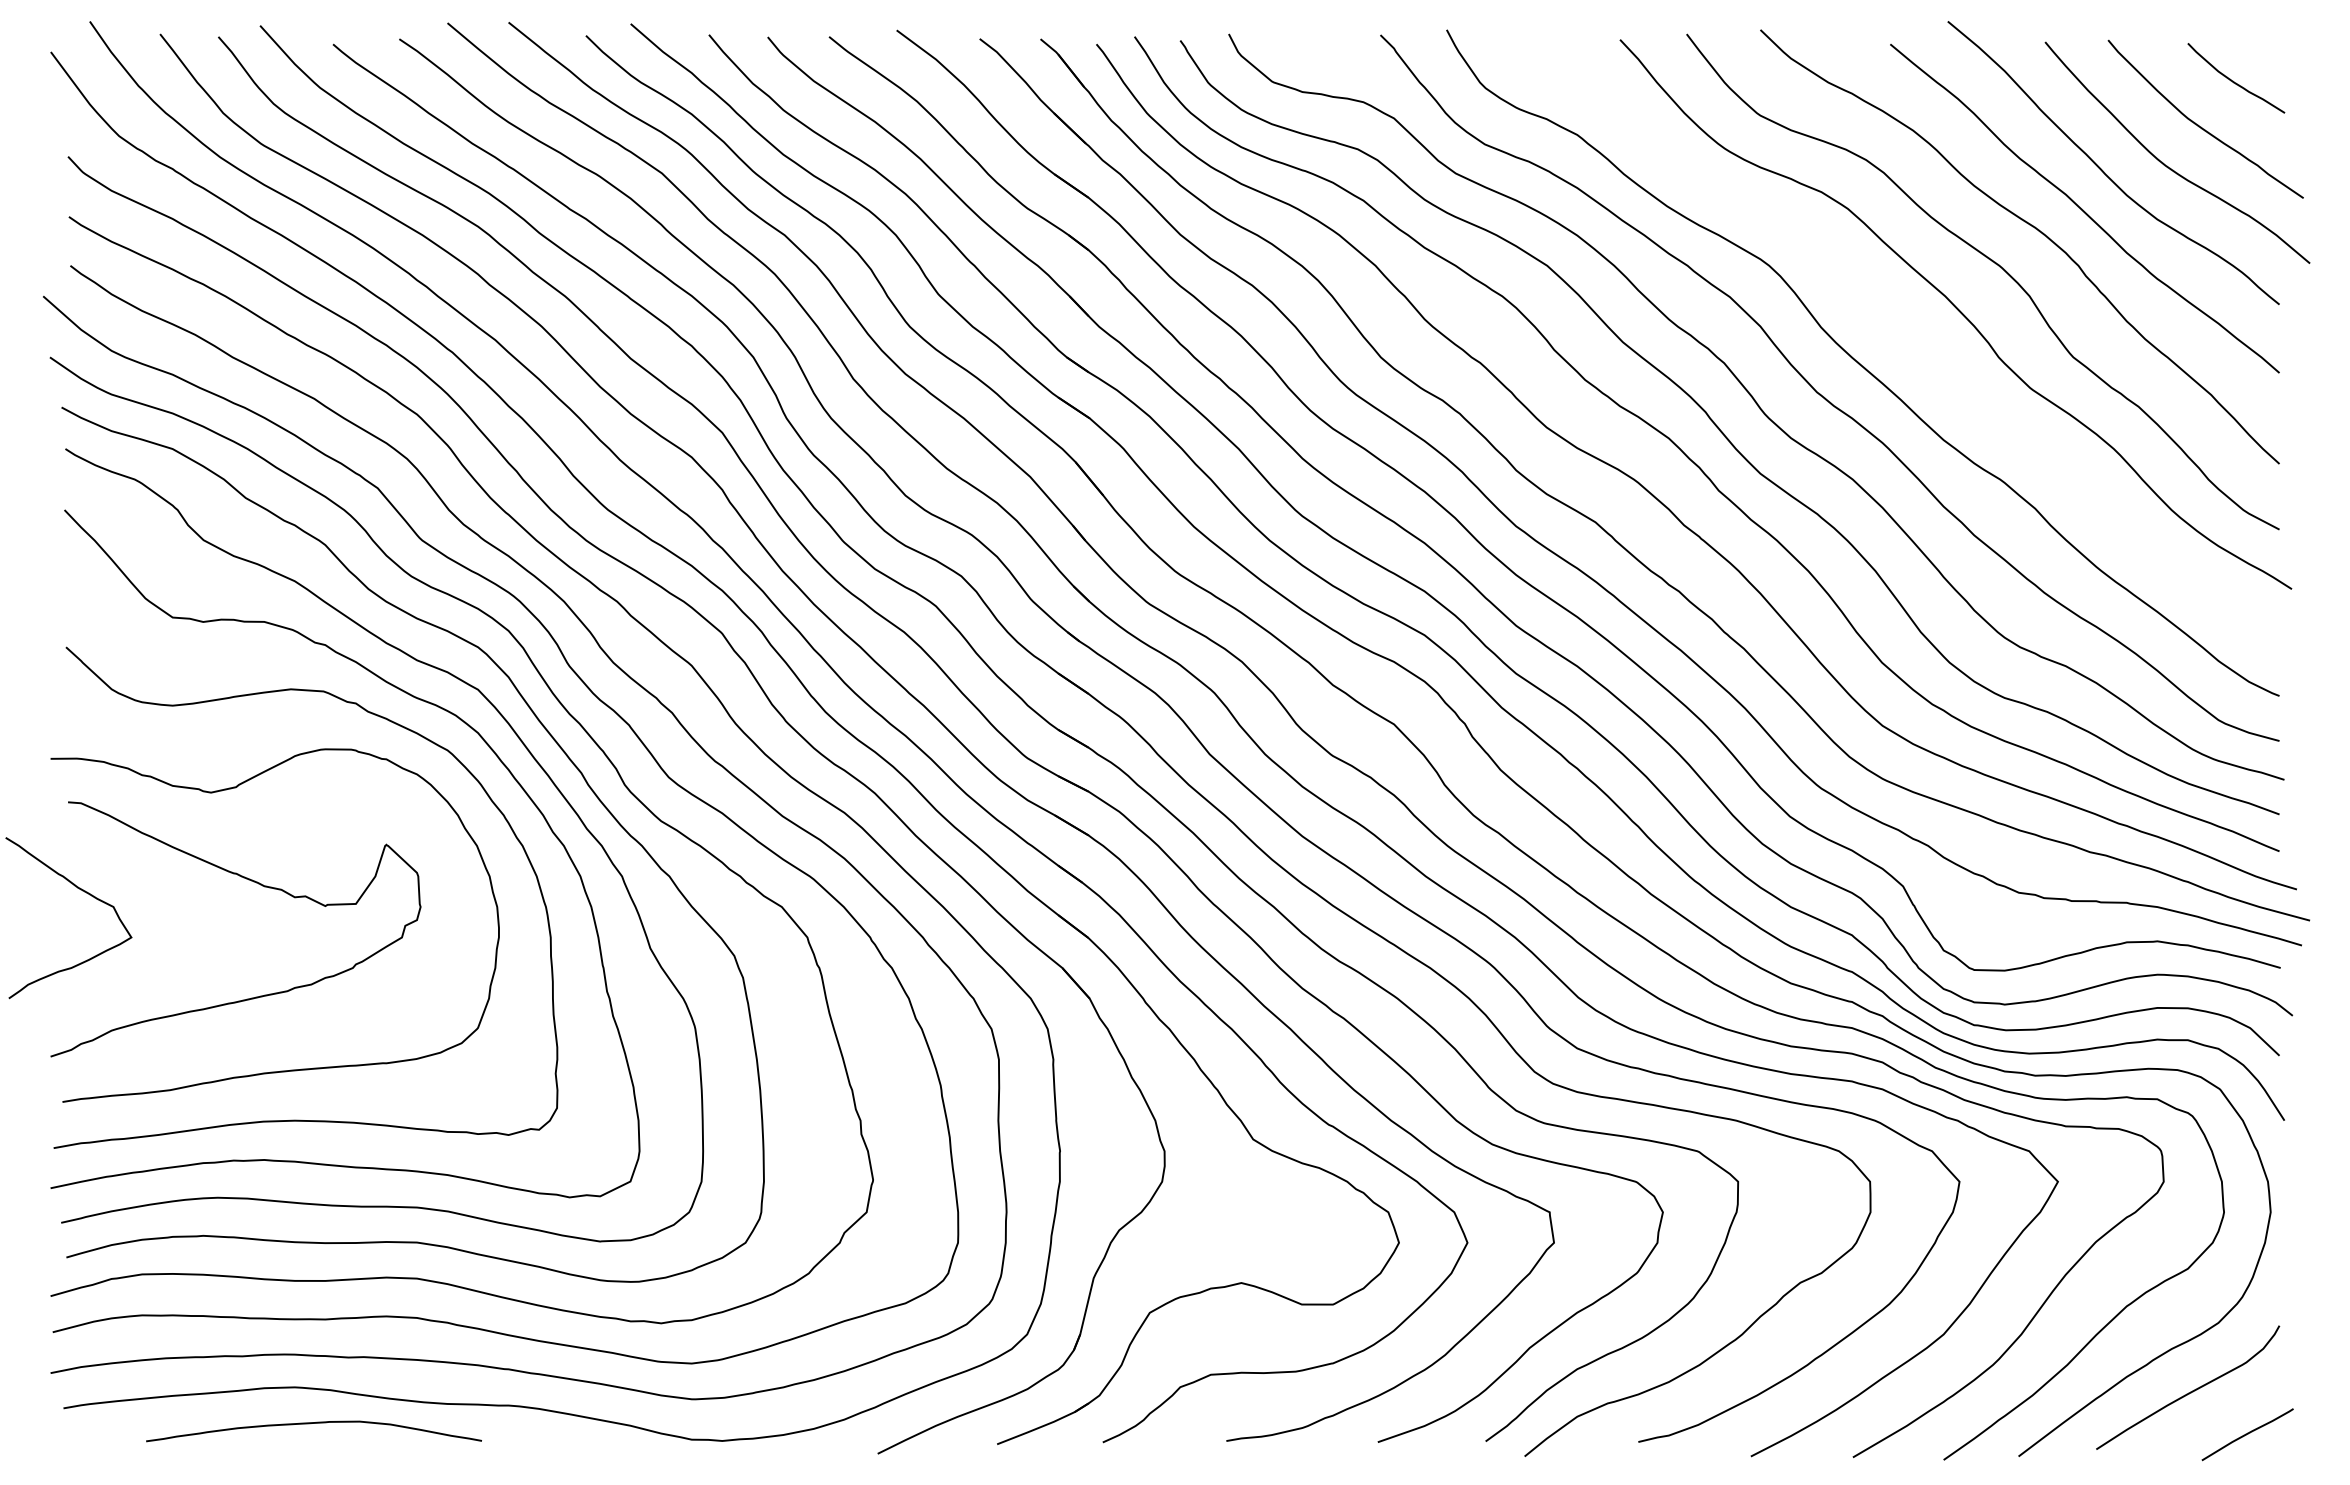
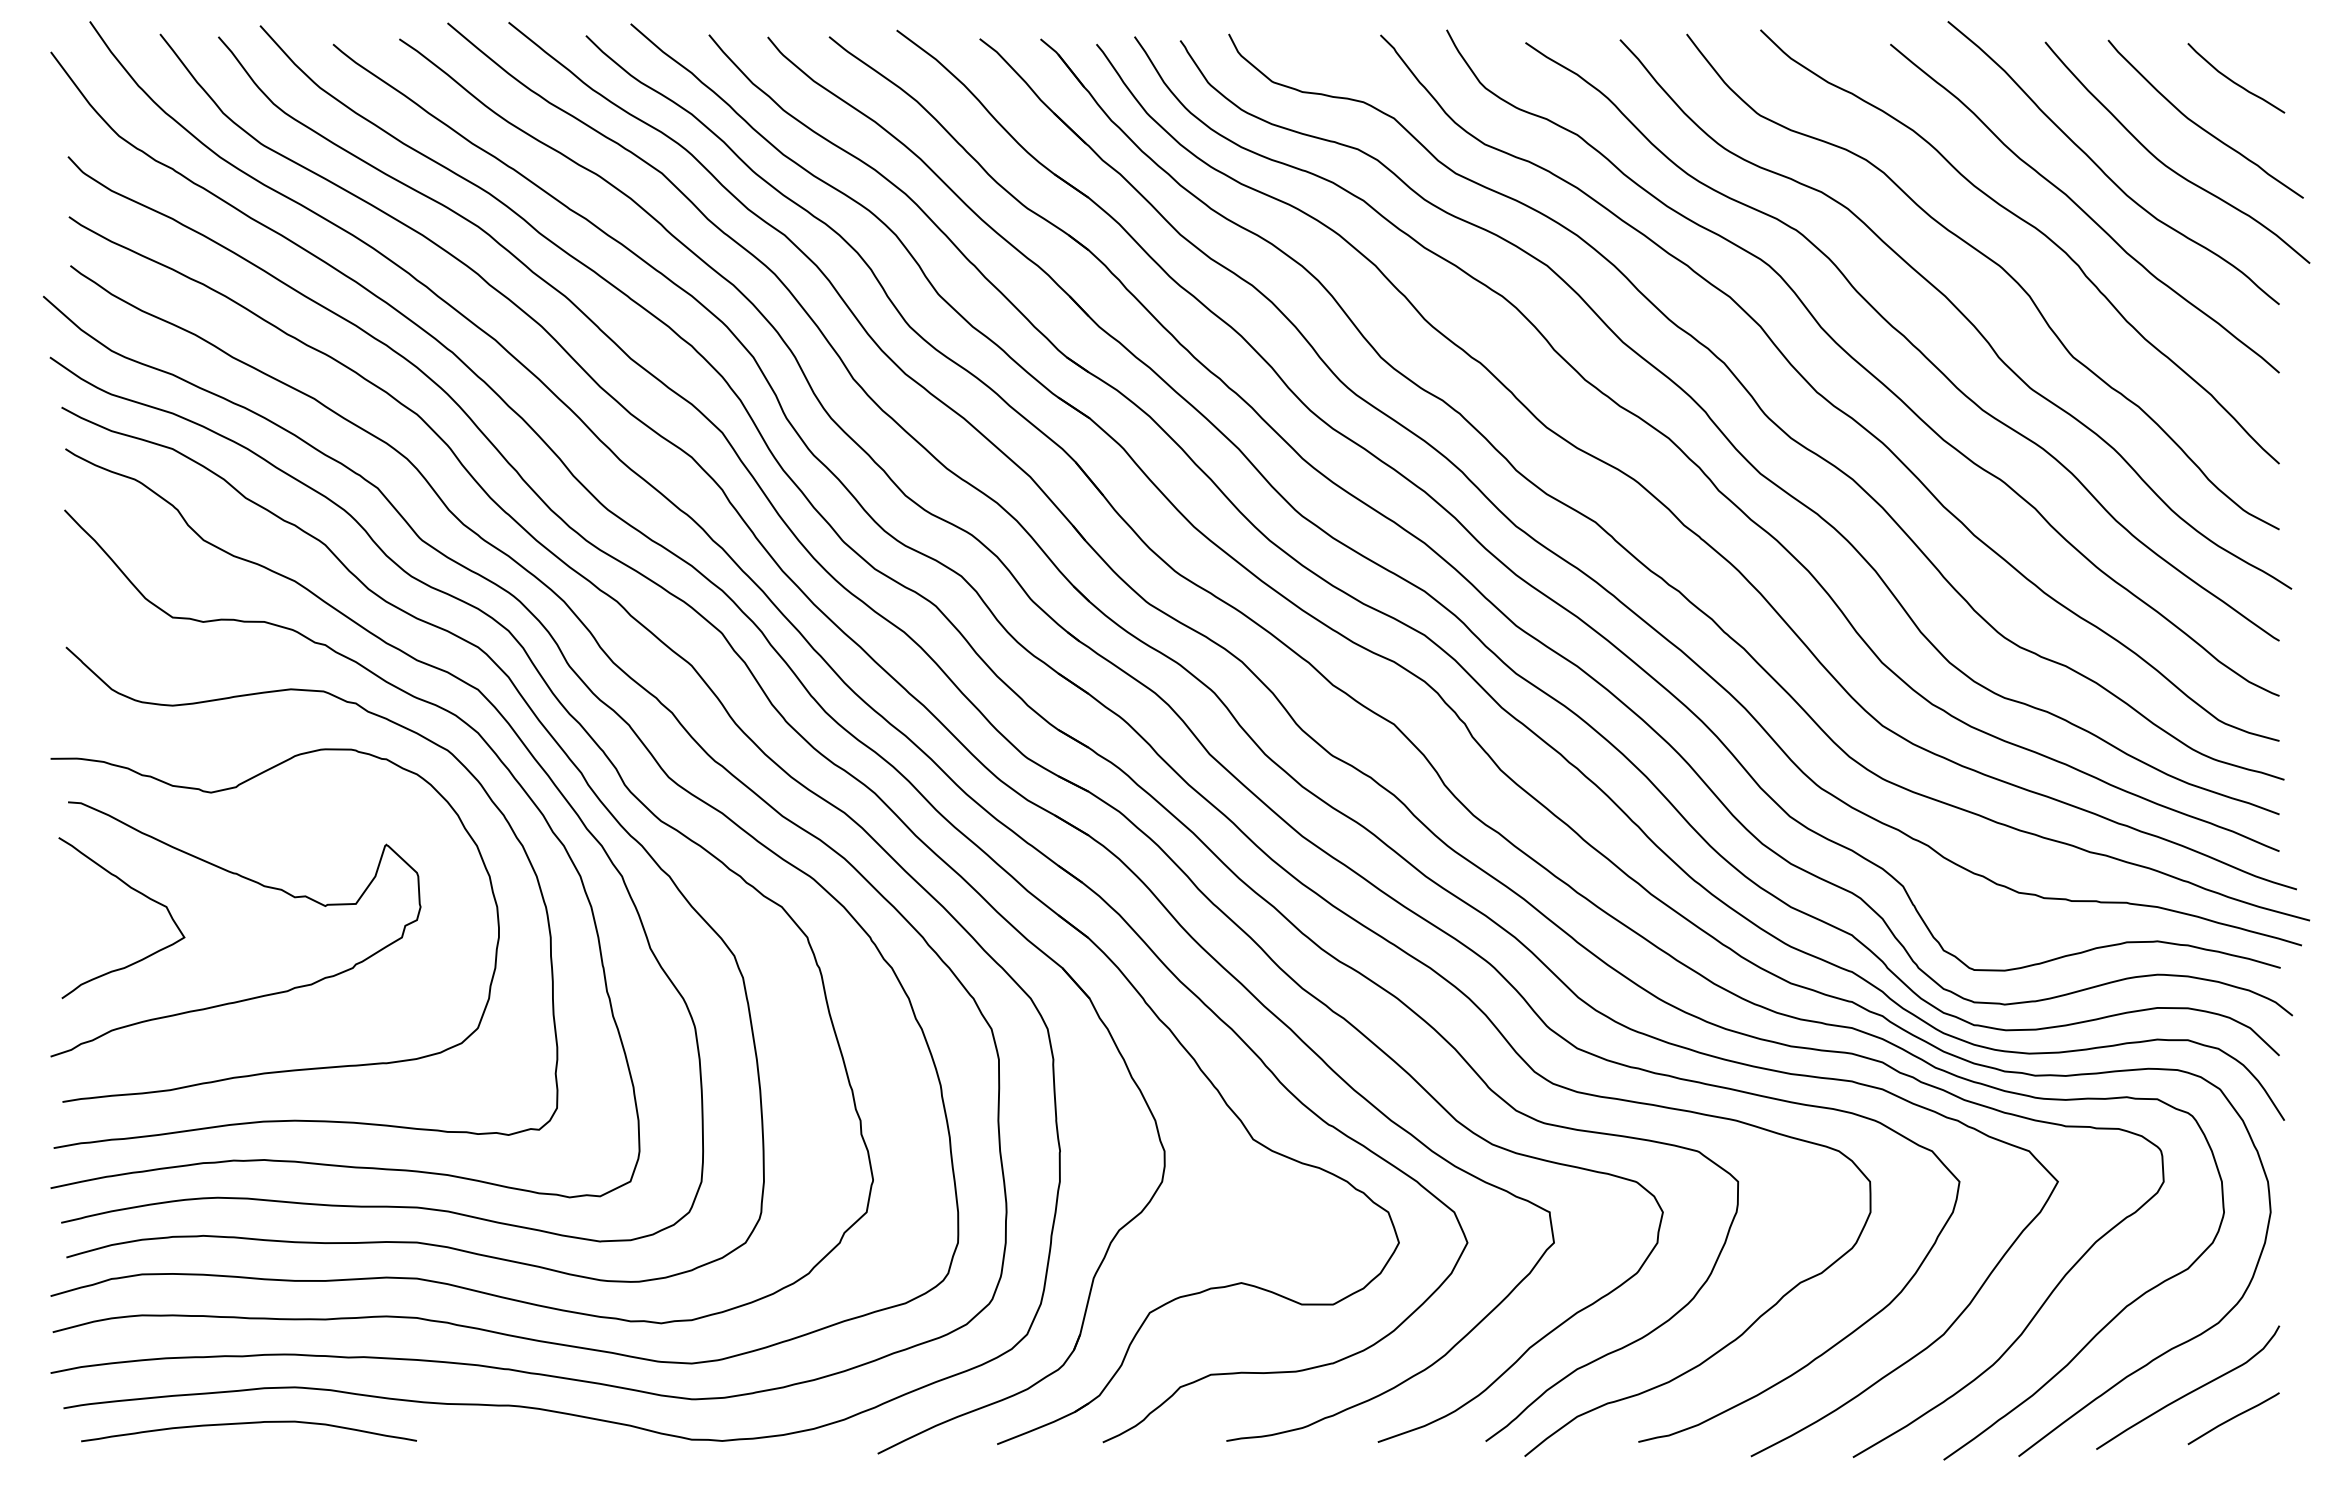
curve at (1905, 338): none -> present
curve at (82, 891) position: (82, 891) -> (135, 891)
curve at (310, 1424) position: (310, 1424) -> (245, 1424)
curve at (2247, 1434) position: (2247, 1434) -> (2233, 1418)
